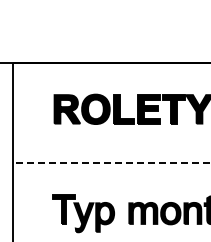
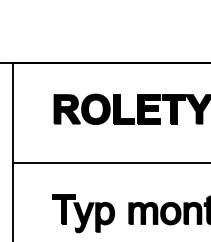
line at (111, 163): dashed -> solid
